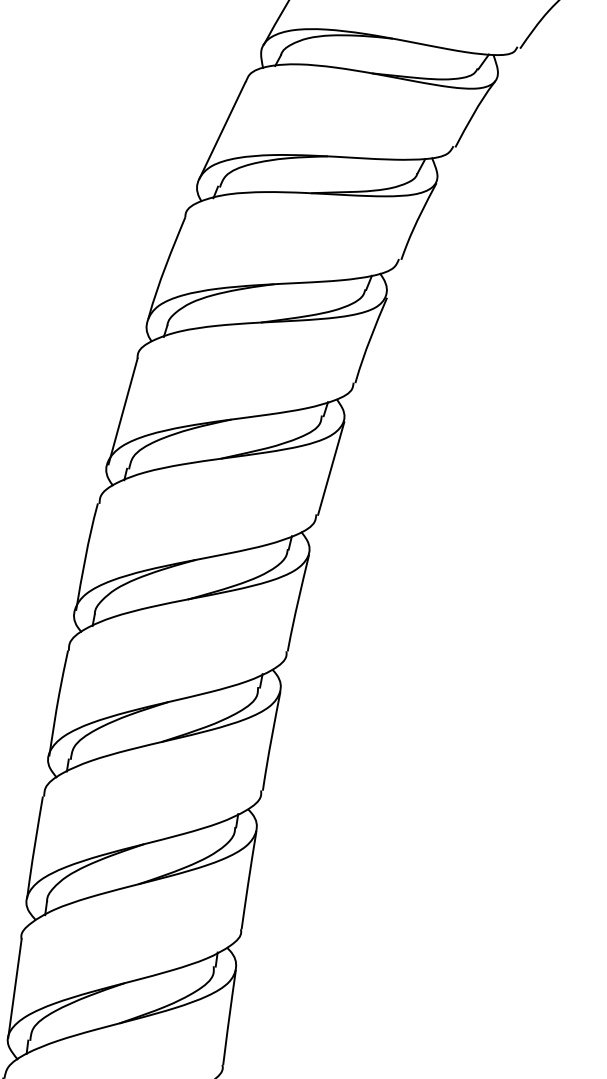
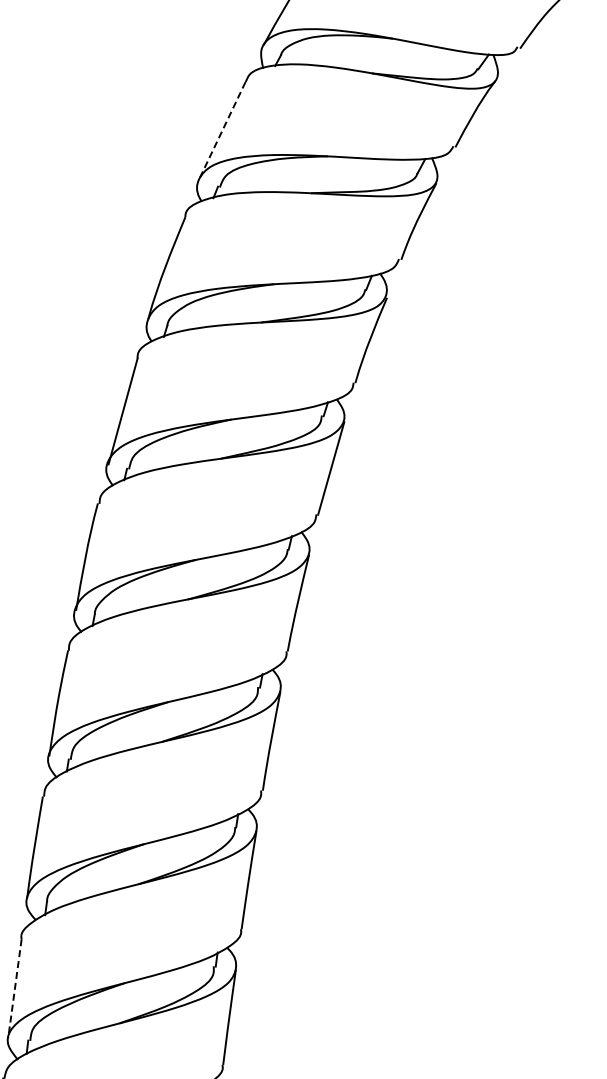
line at (222, 130): solid -> dashed
line at (14, 988): solid -> dashed
